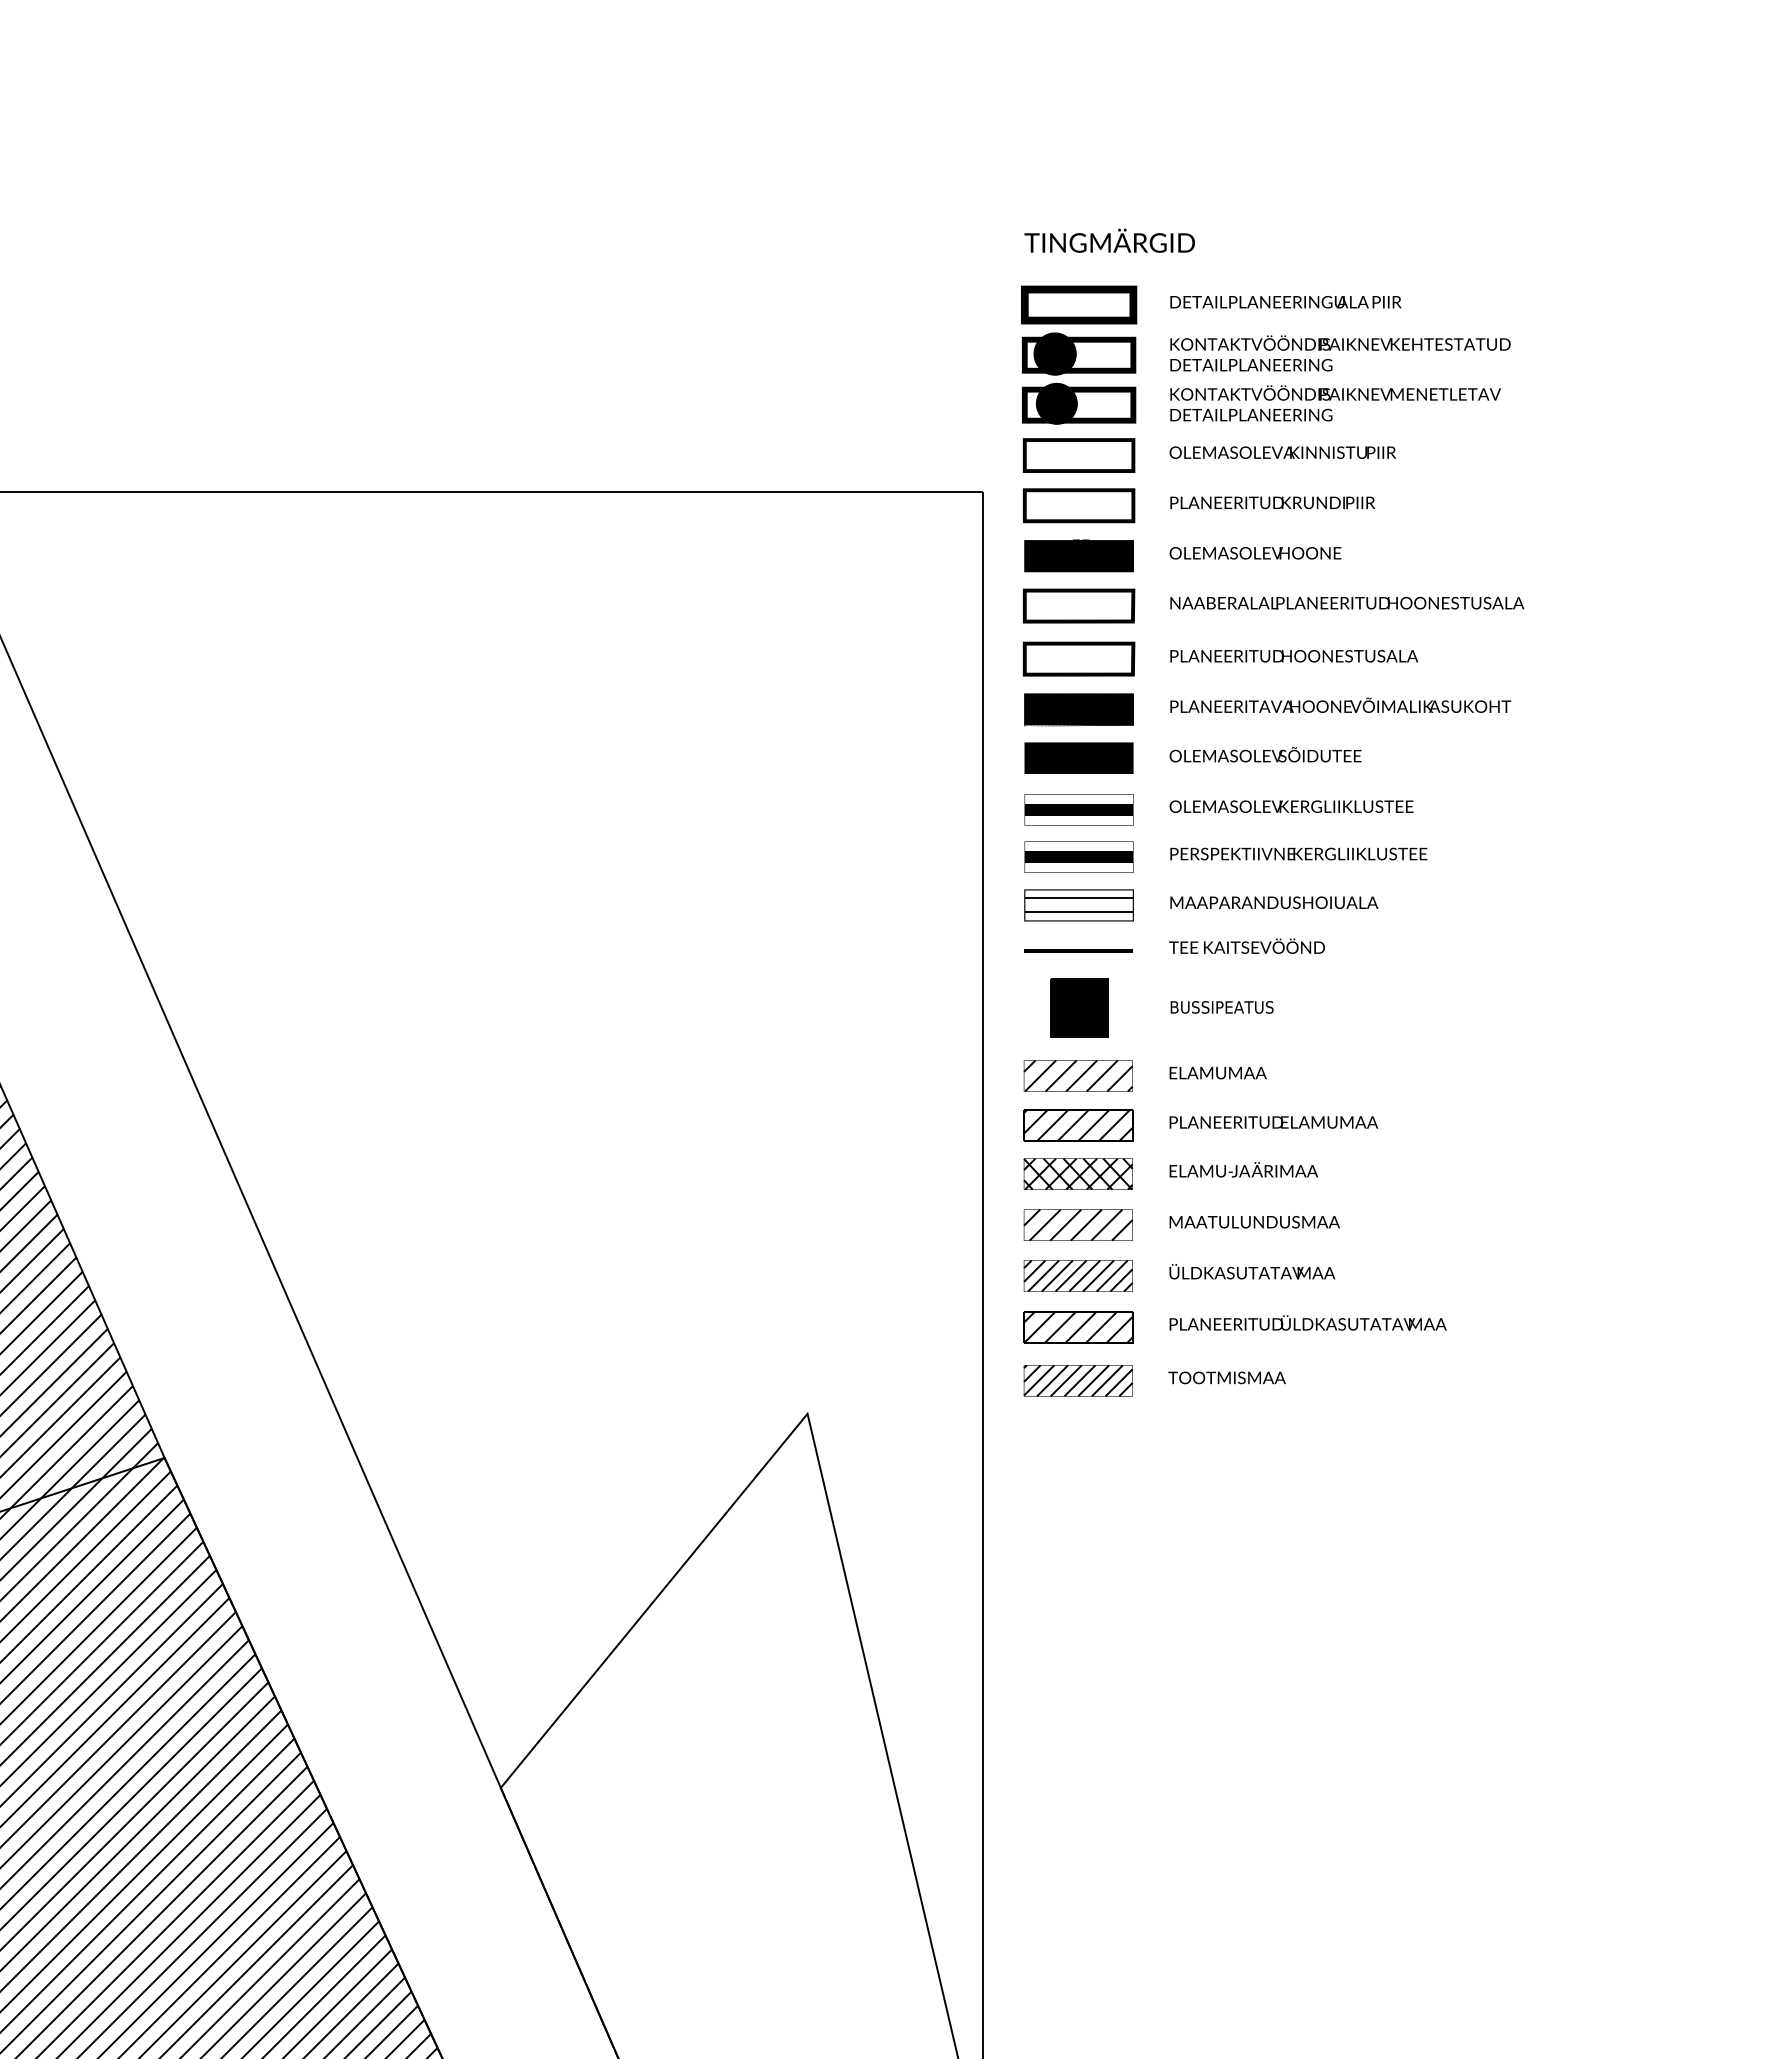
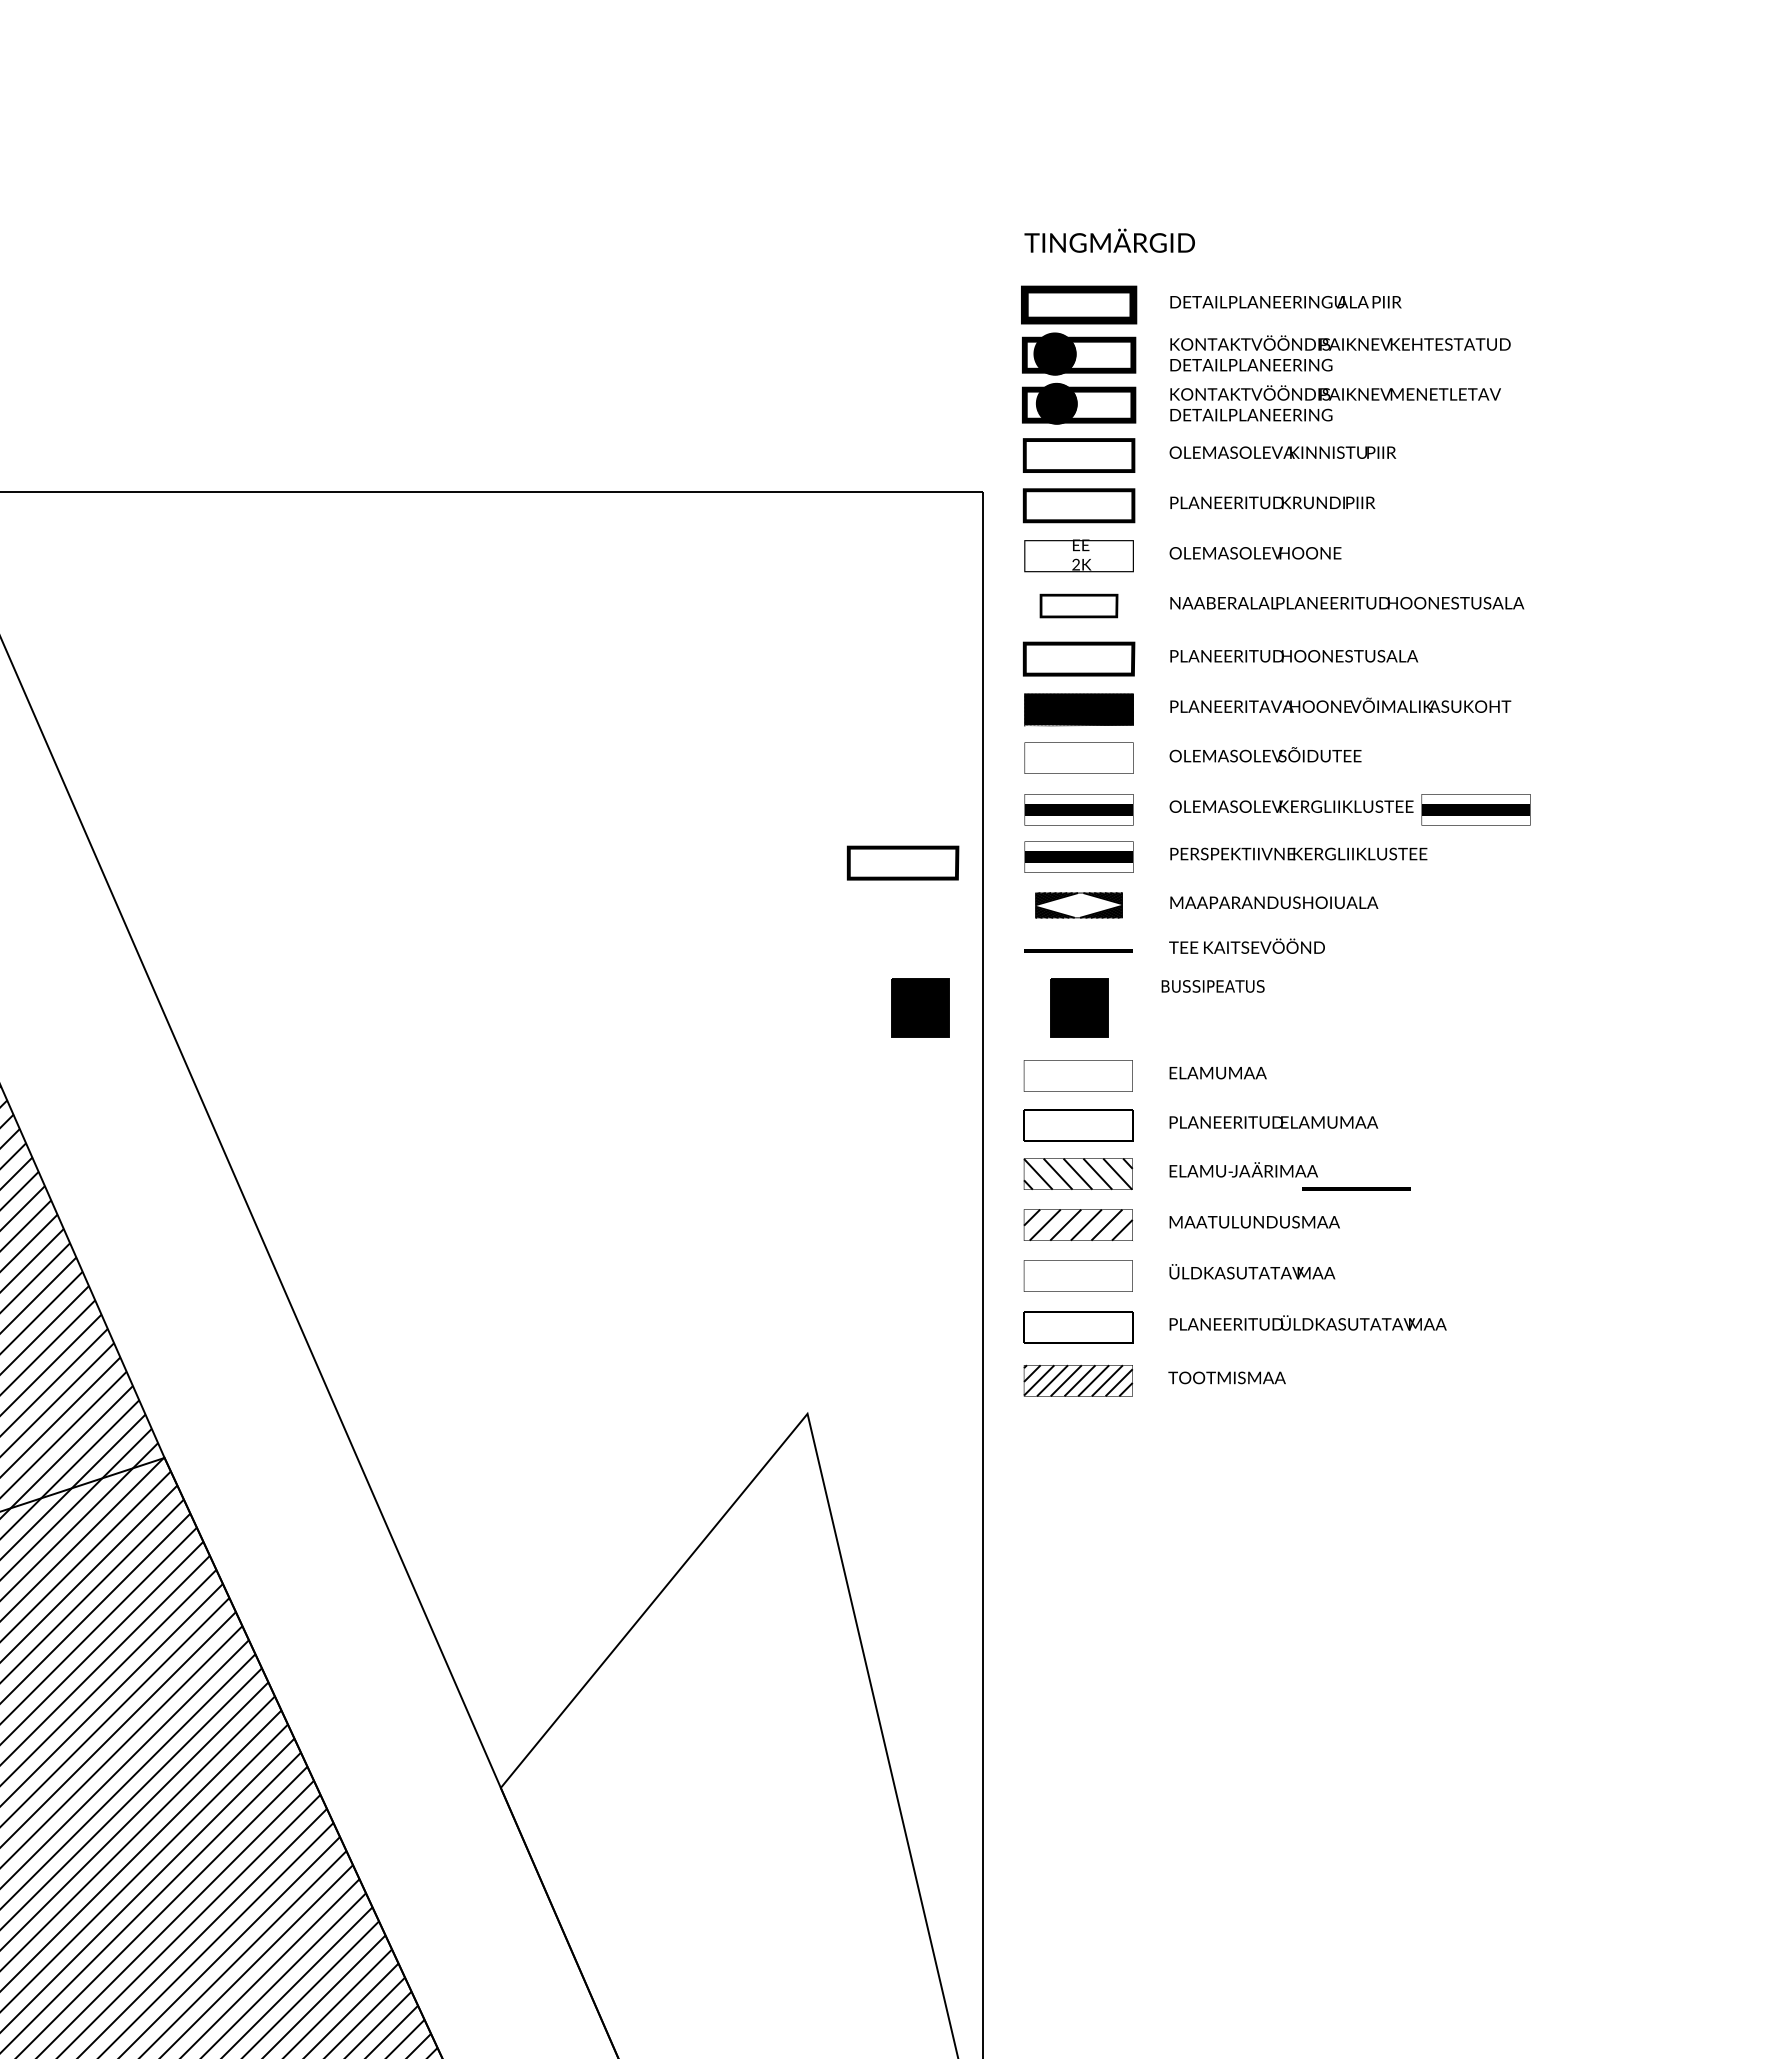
fill at (1078, 555): present -> none
part at (1078, 605) size: 114x36 px -> 80x26 px
fill at (1078, 757): present -> none
part at (1475, 809): none -> present
part at (902, 862): none -> present
part at (1078, 905) size: 110x33 px -> 88x27 px
part at (920, 1007): none -> present
text at (1221, 1007) position: (1221, 1007) -> (1212, 986)
hatch at (1078, 1075): present -> none
hatch at (1078, 1124): present -> none
hatch at (1078, 1173): present -> none
line at (1356, 1188): none -> present
hatch at (1078, 1275): present -> none
hatch at (1078, 1326): present -> none
